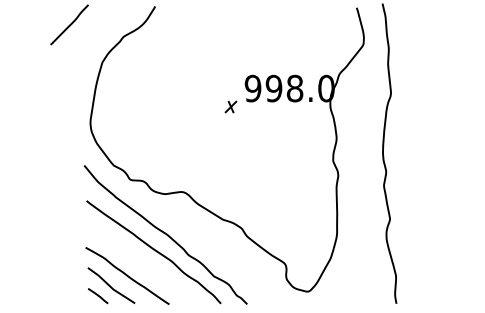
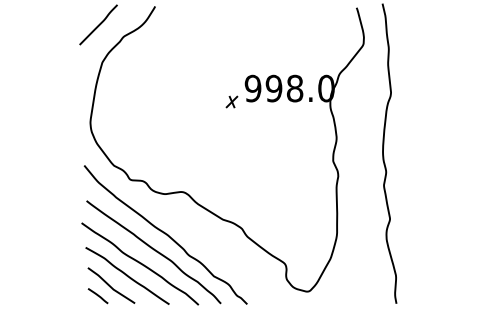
line at (69, 24) position: (69, 24) -> (98, 24)
part at (230, 106) position: (230, 106) -> (231, 101)
curve at (140, 263): none -> present
